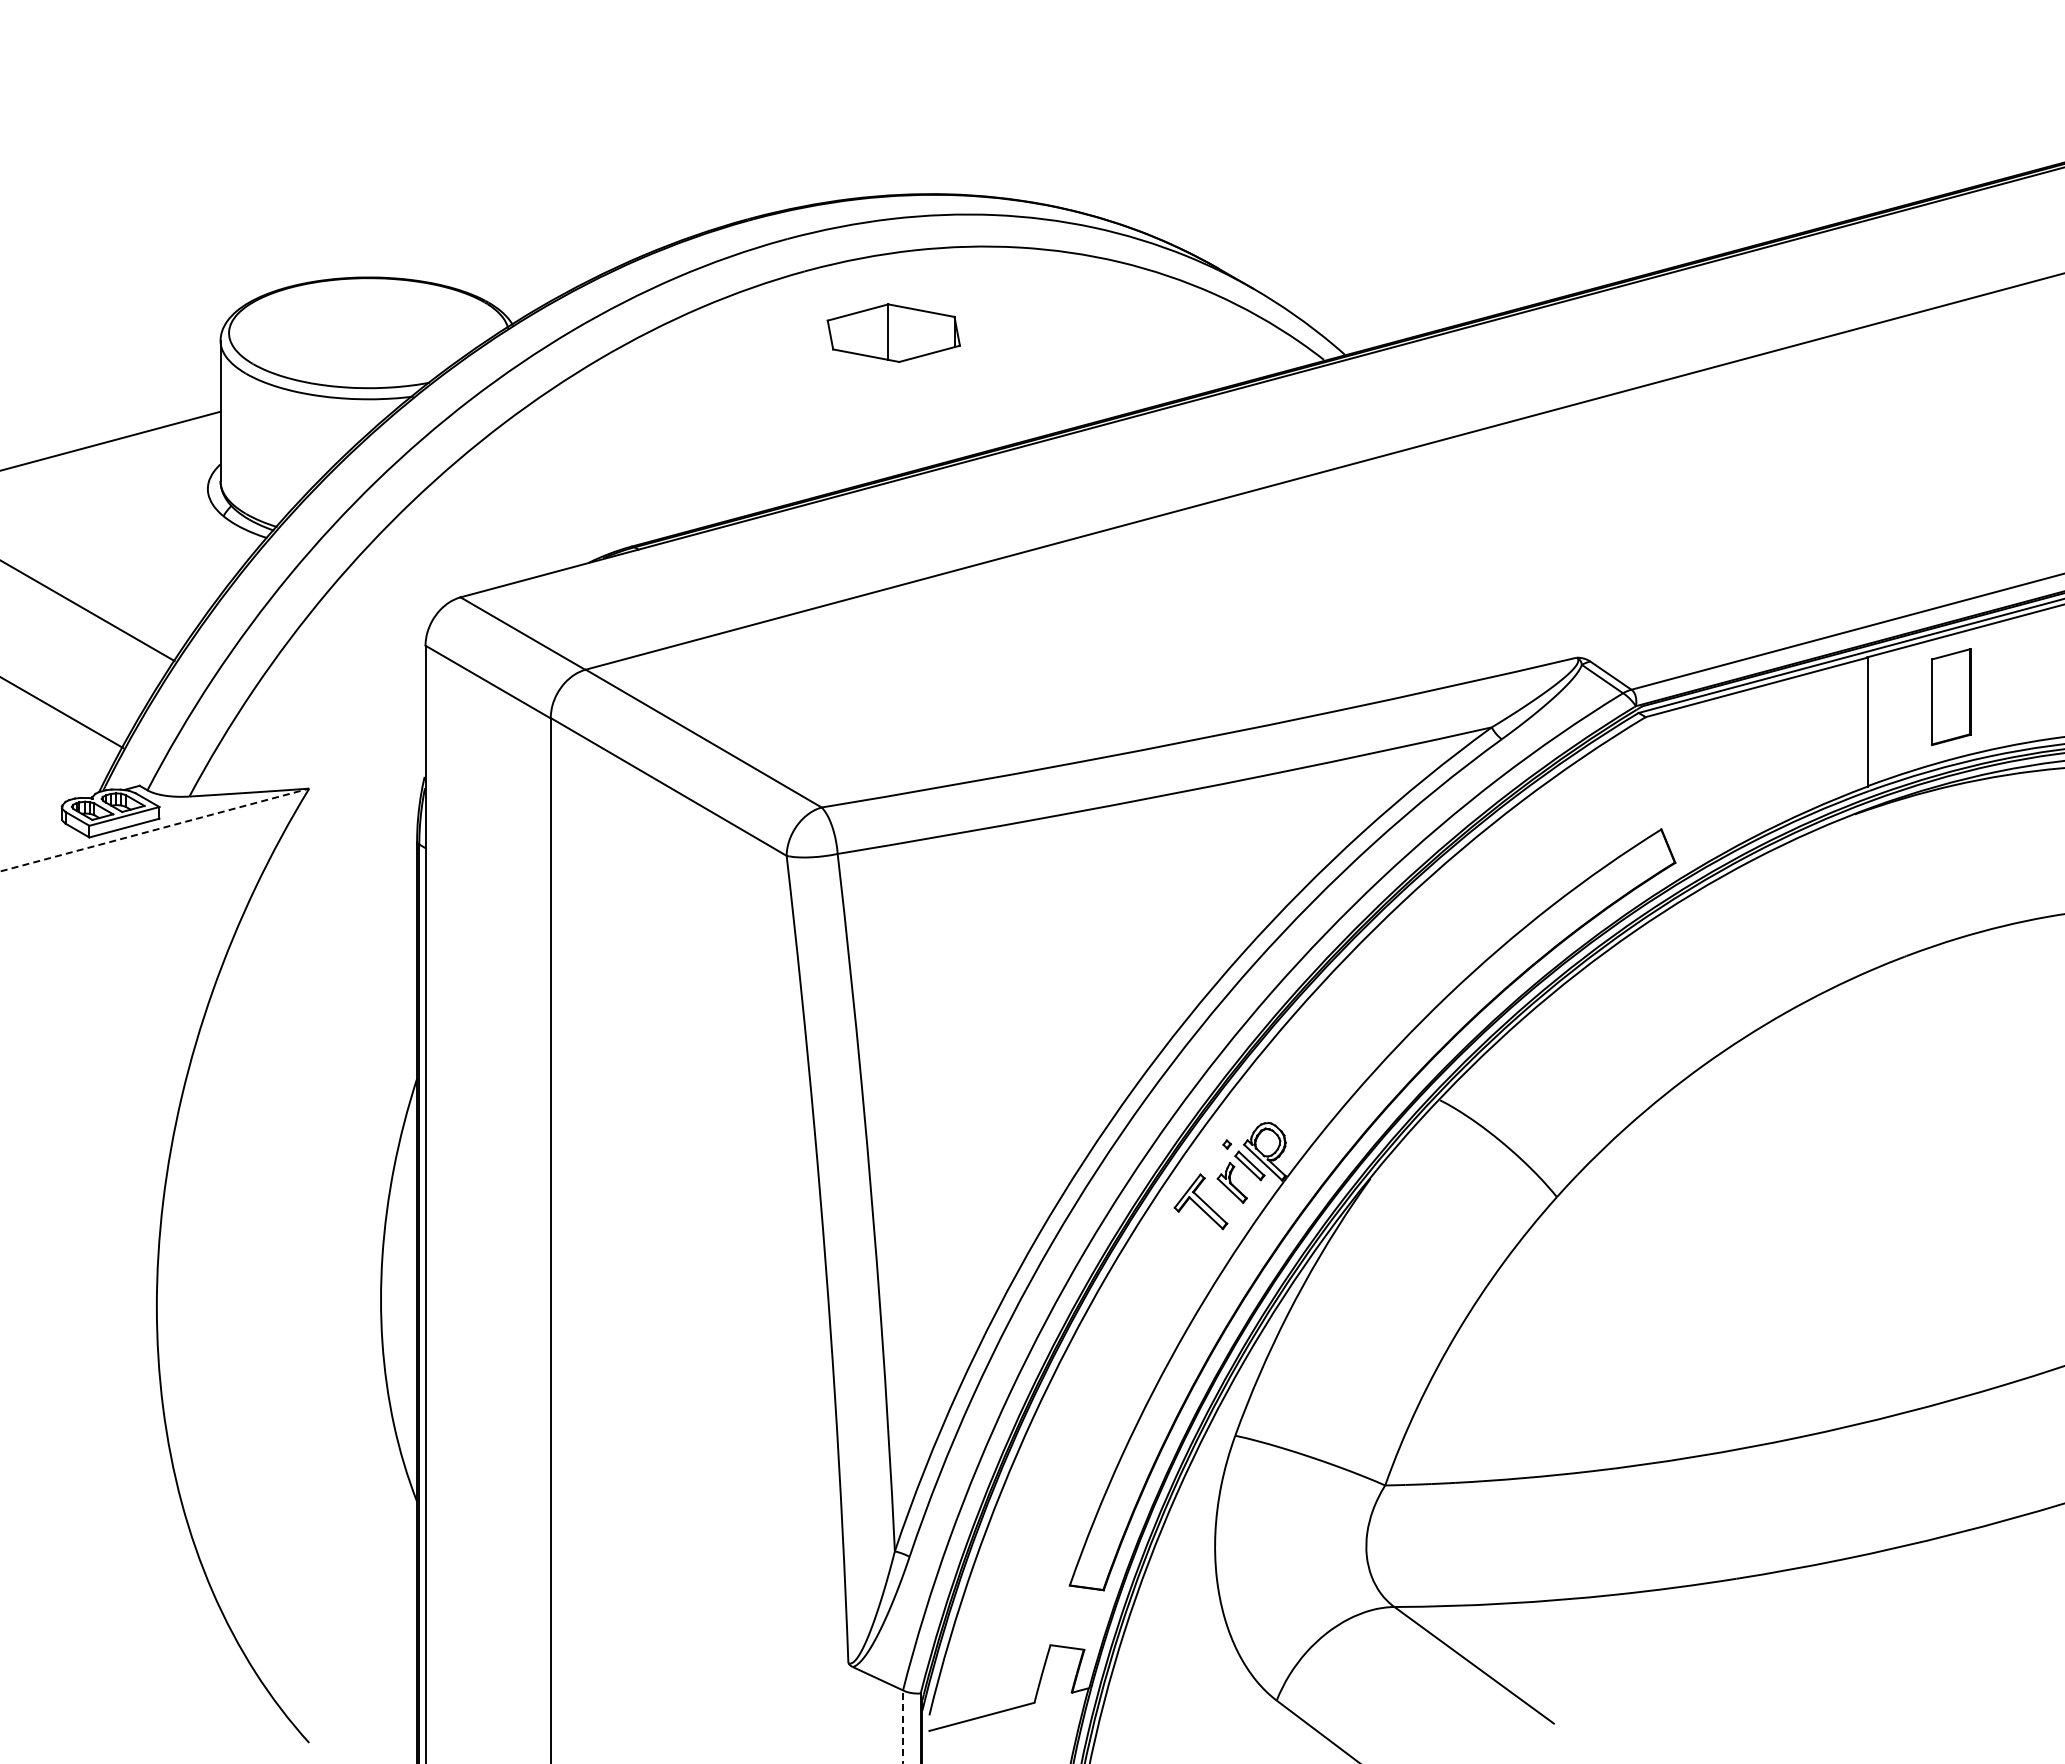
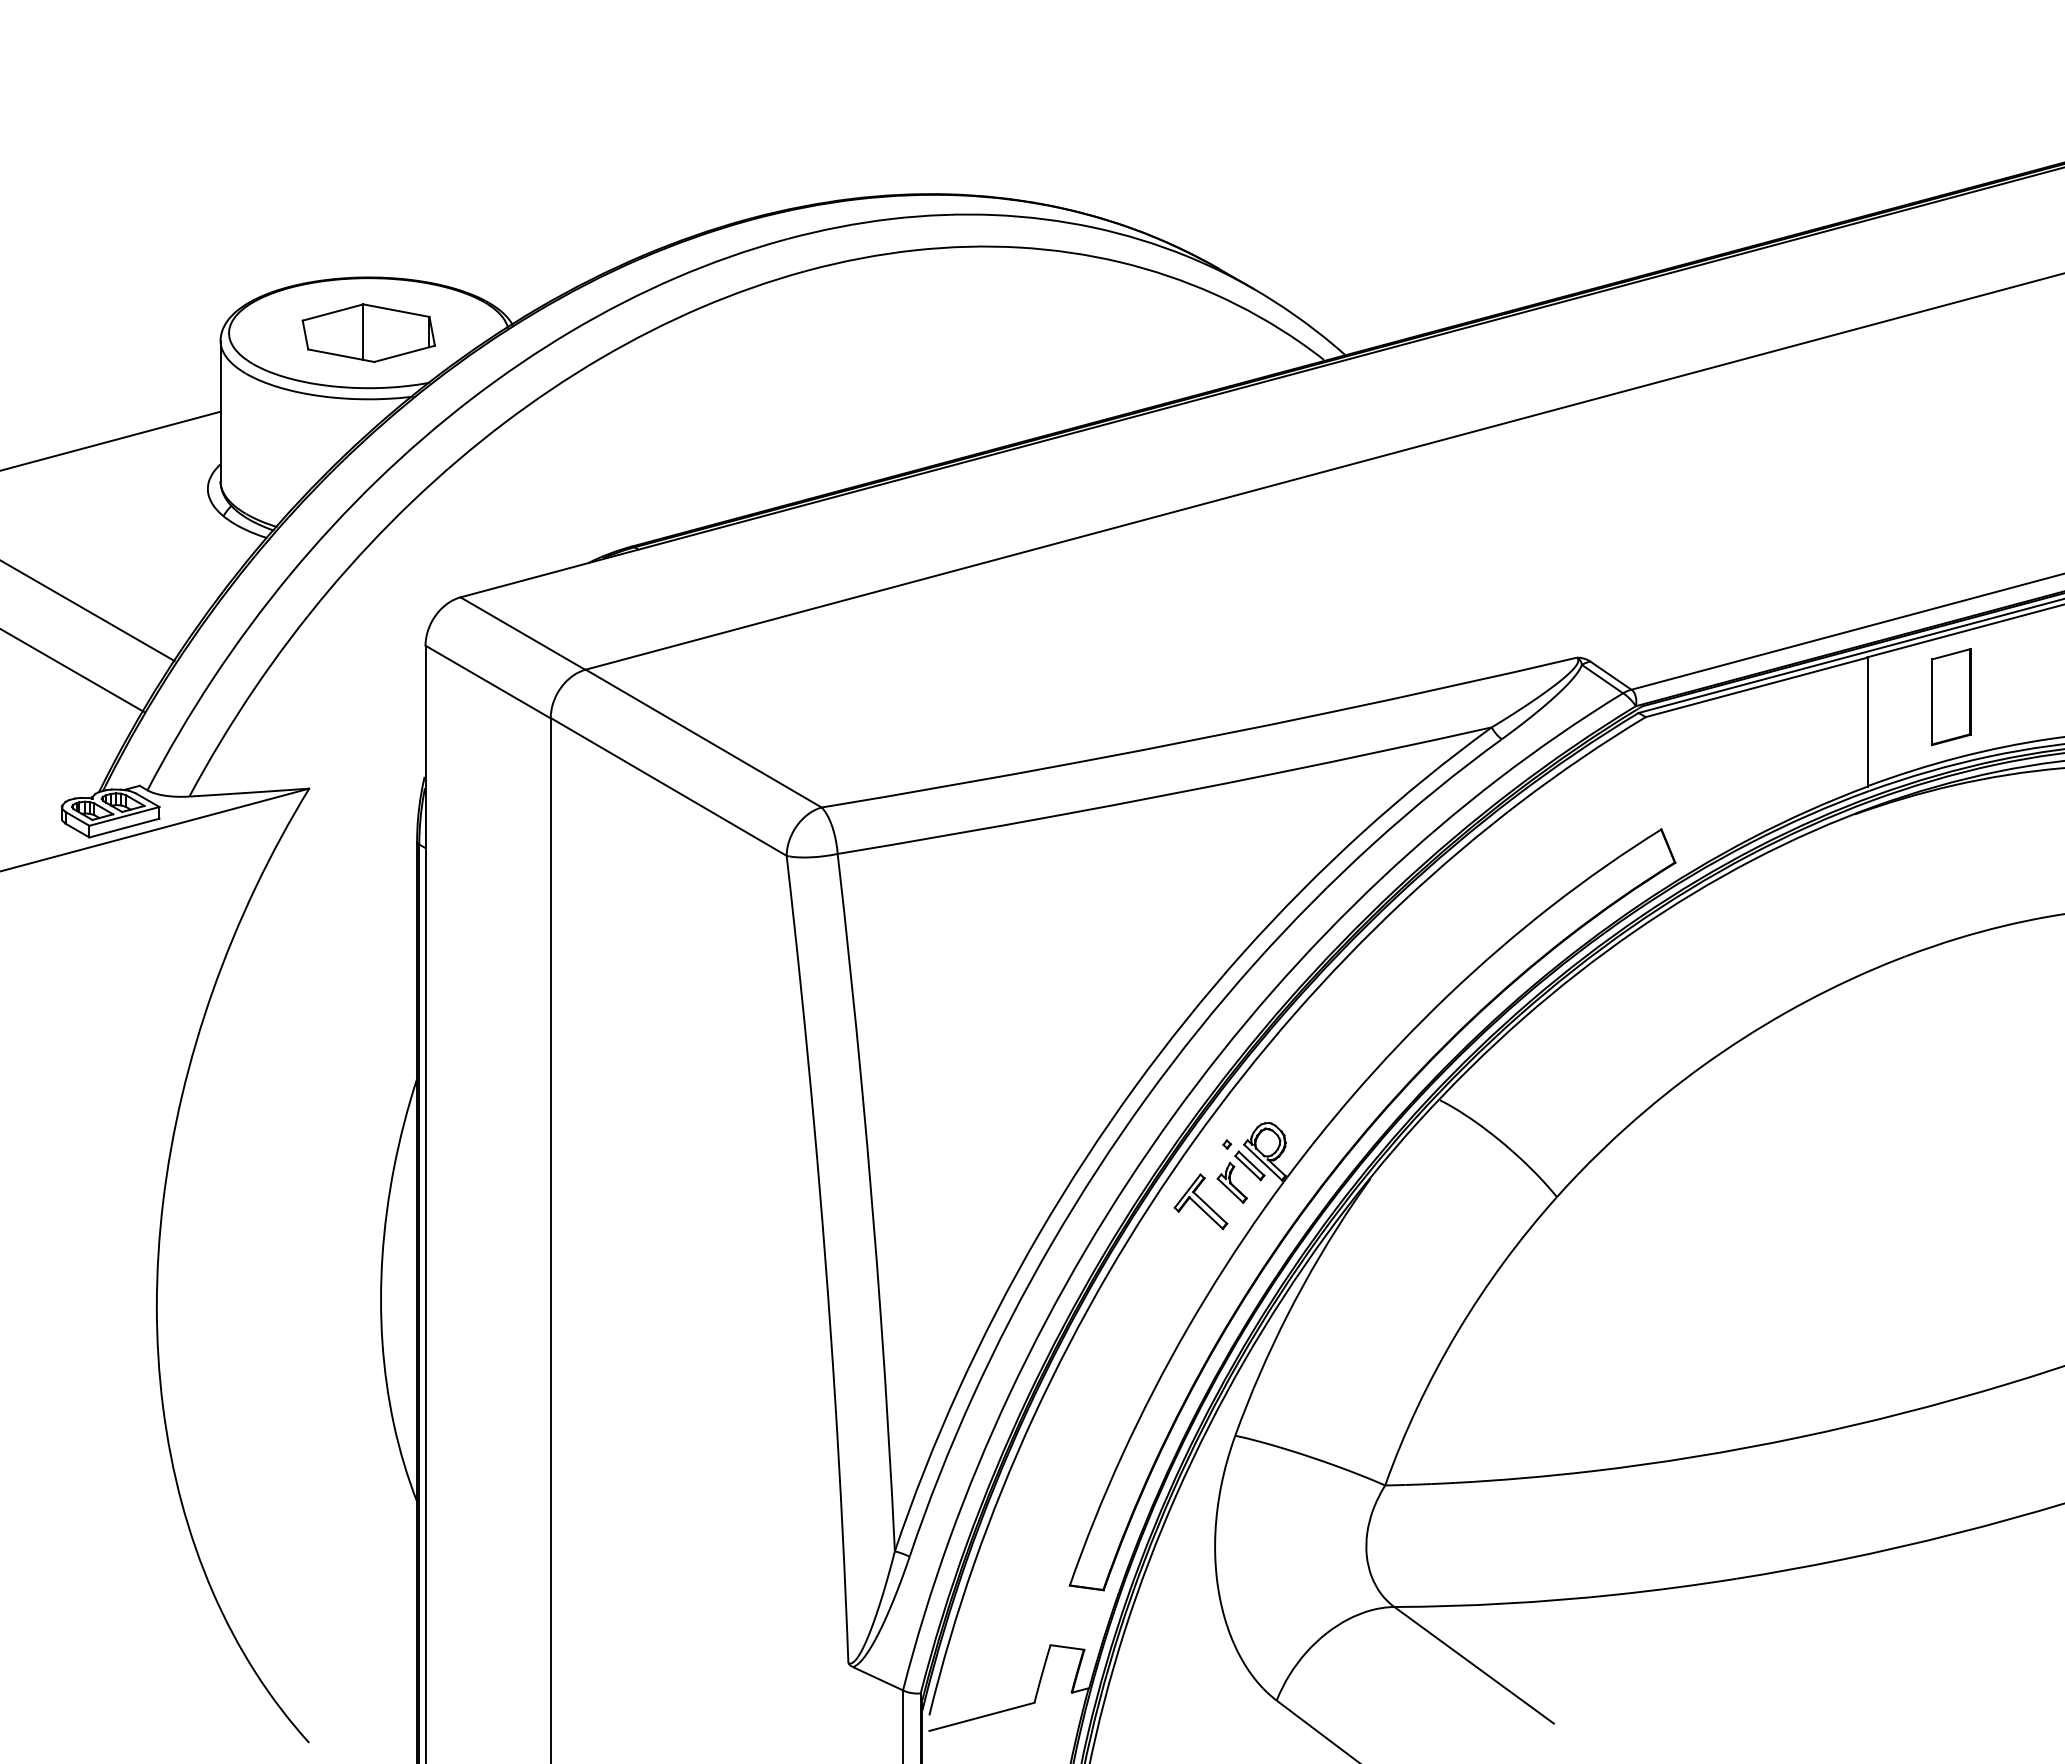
part at (893, 332) position: (893, 332) -> (368, 332)
line at (62, 713) position: (62, 713) -> (73, 671)
line at (154, 830): dashed -> solid
line at (903, 1726): dashed -> solid
